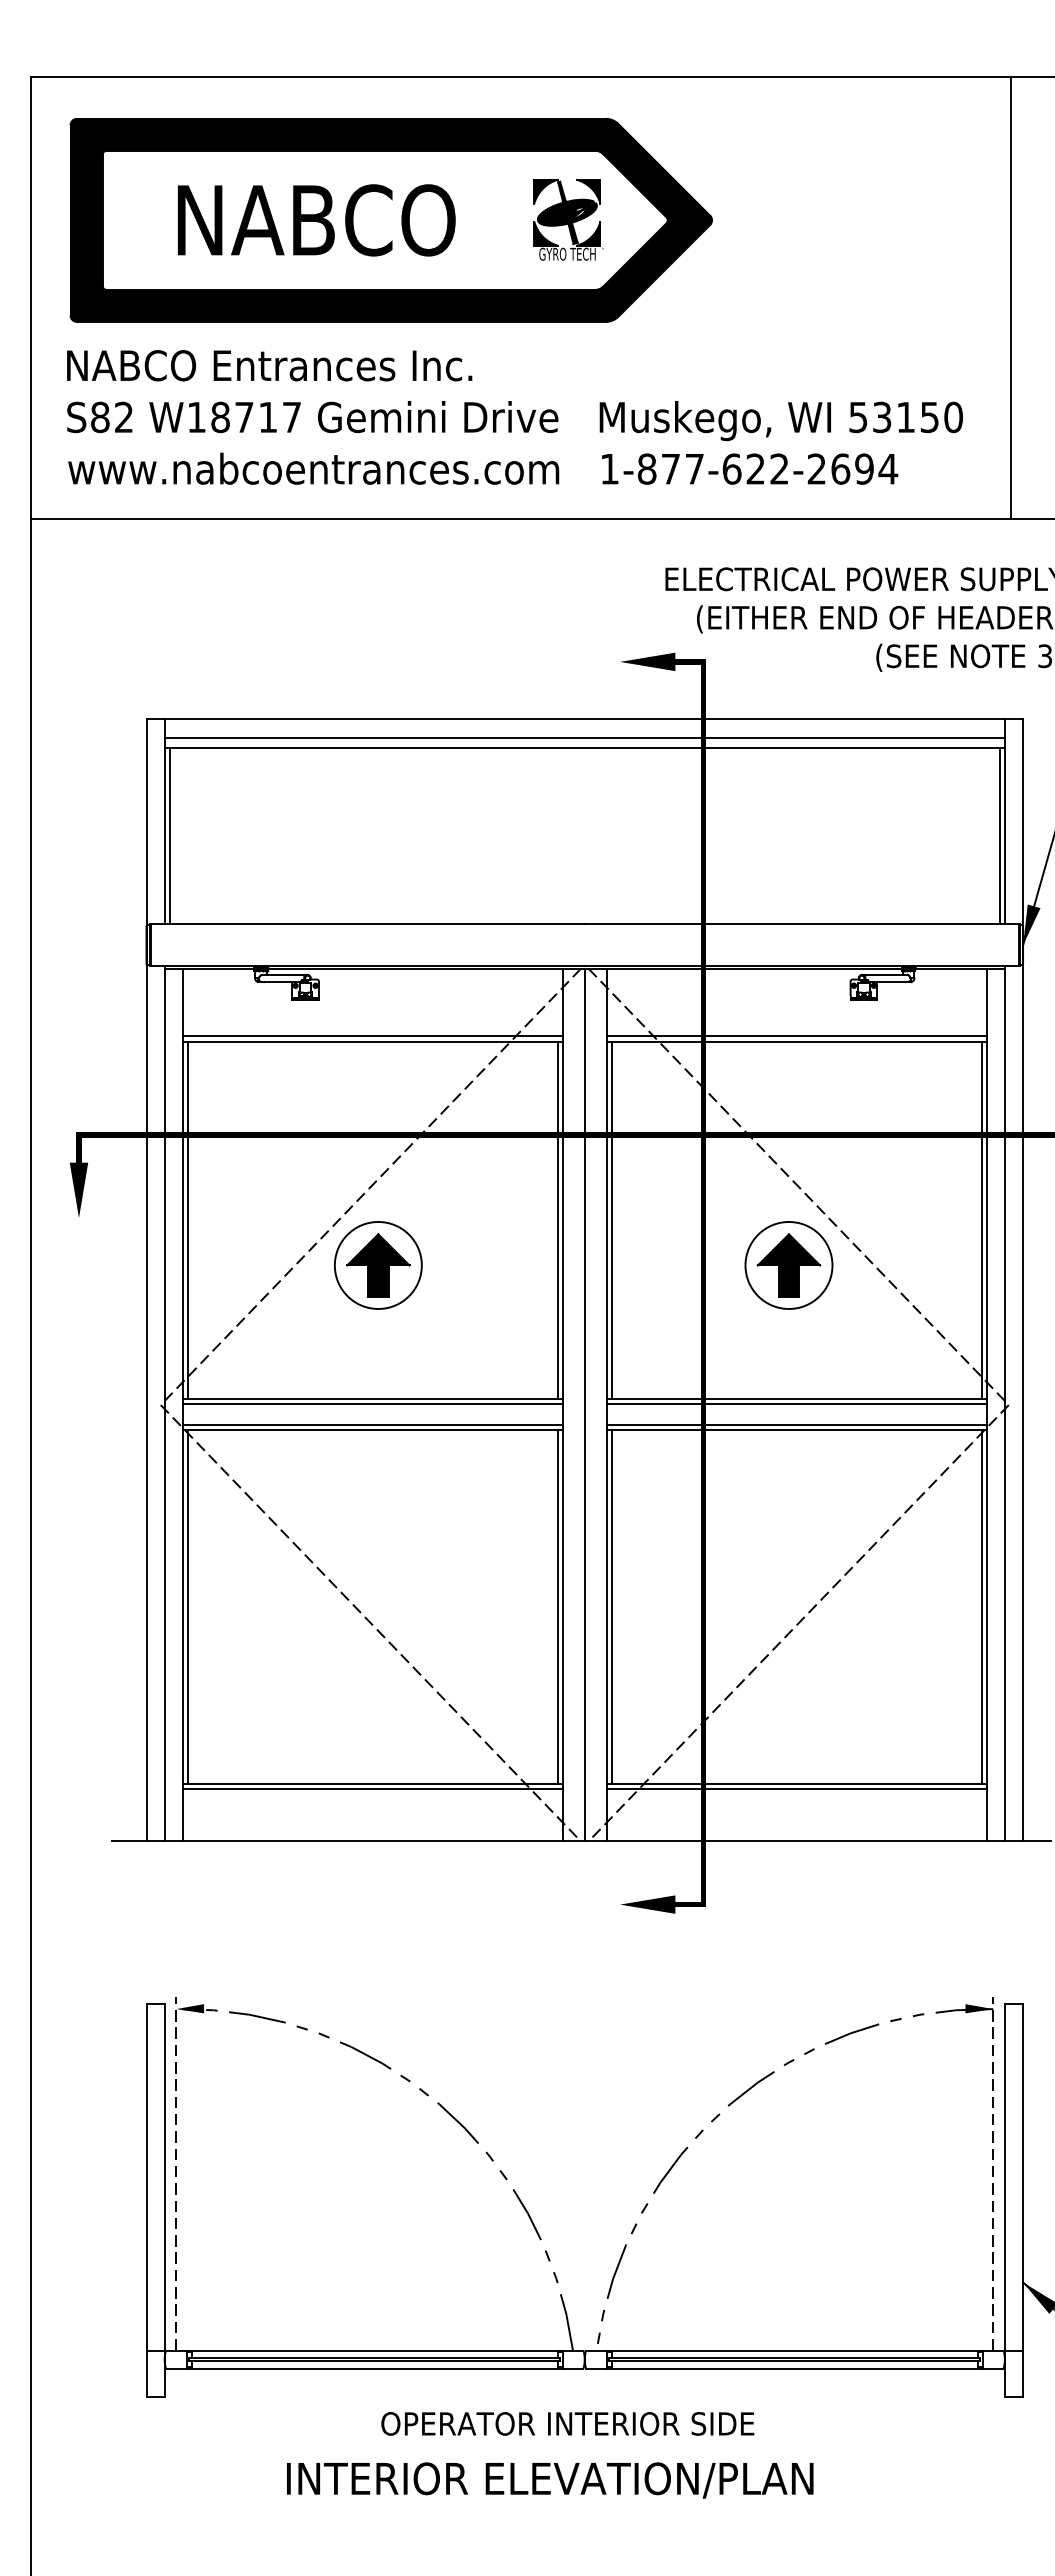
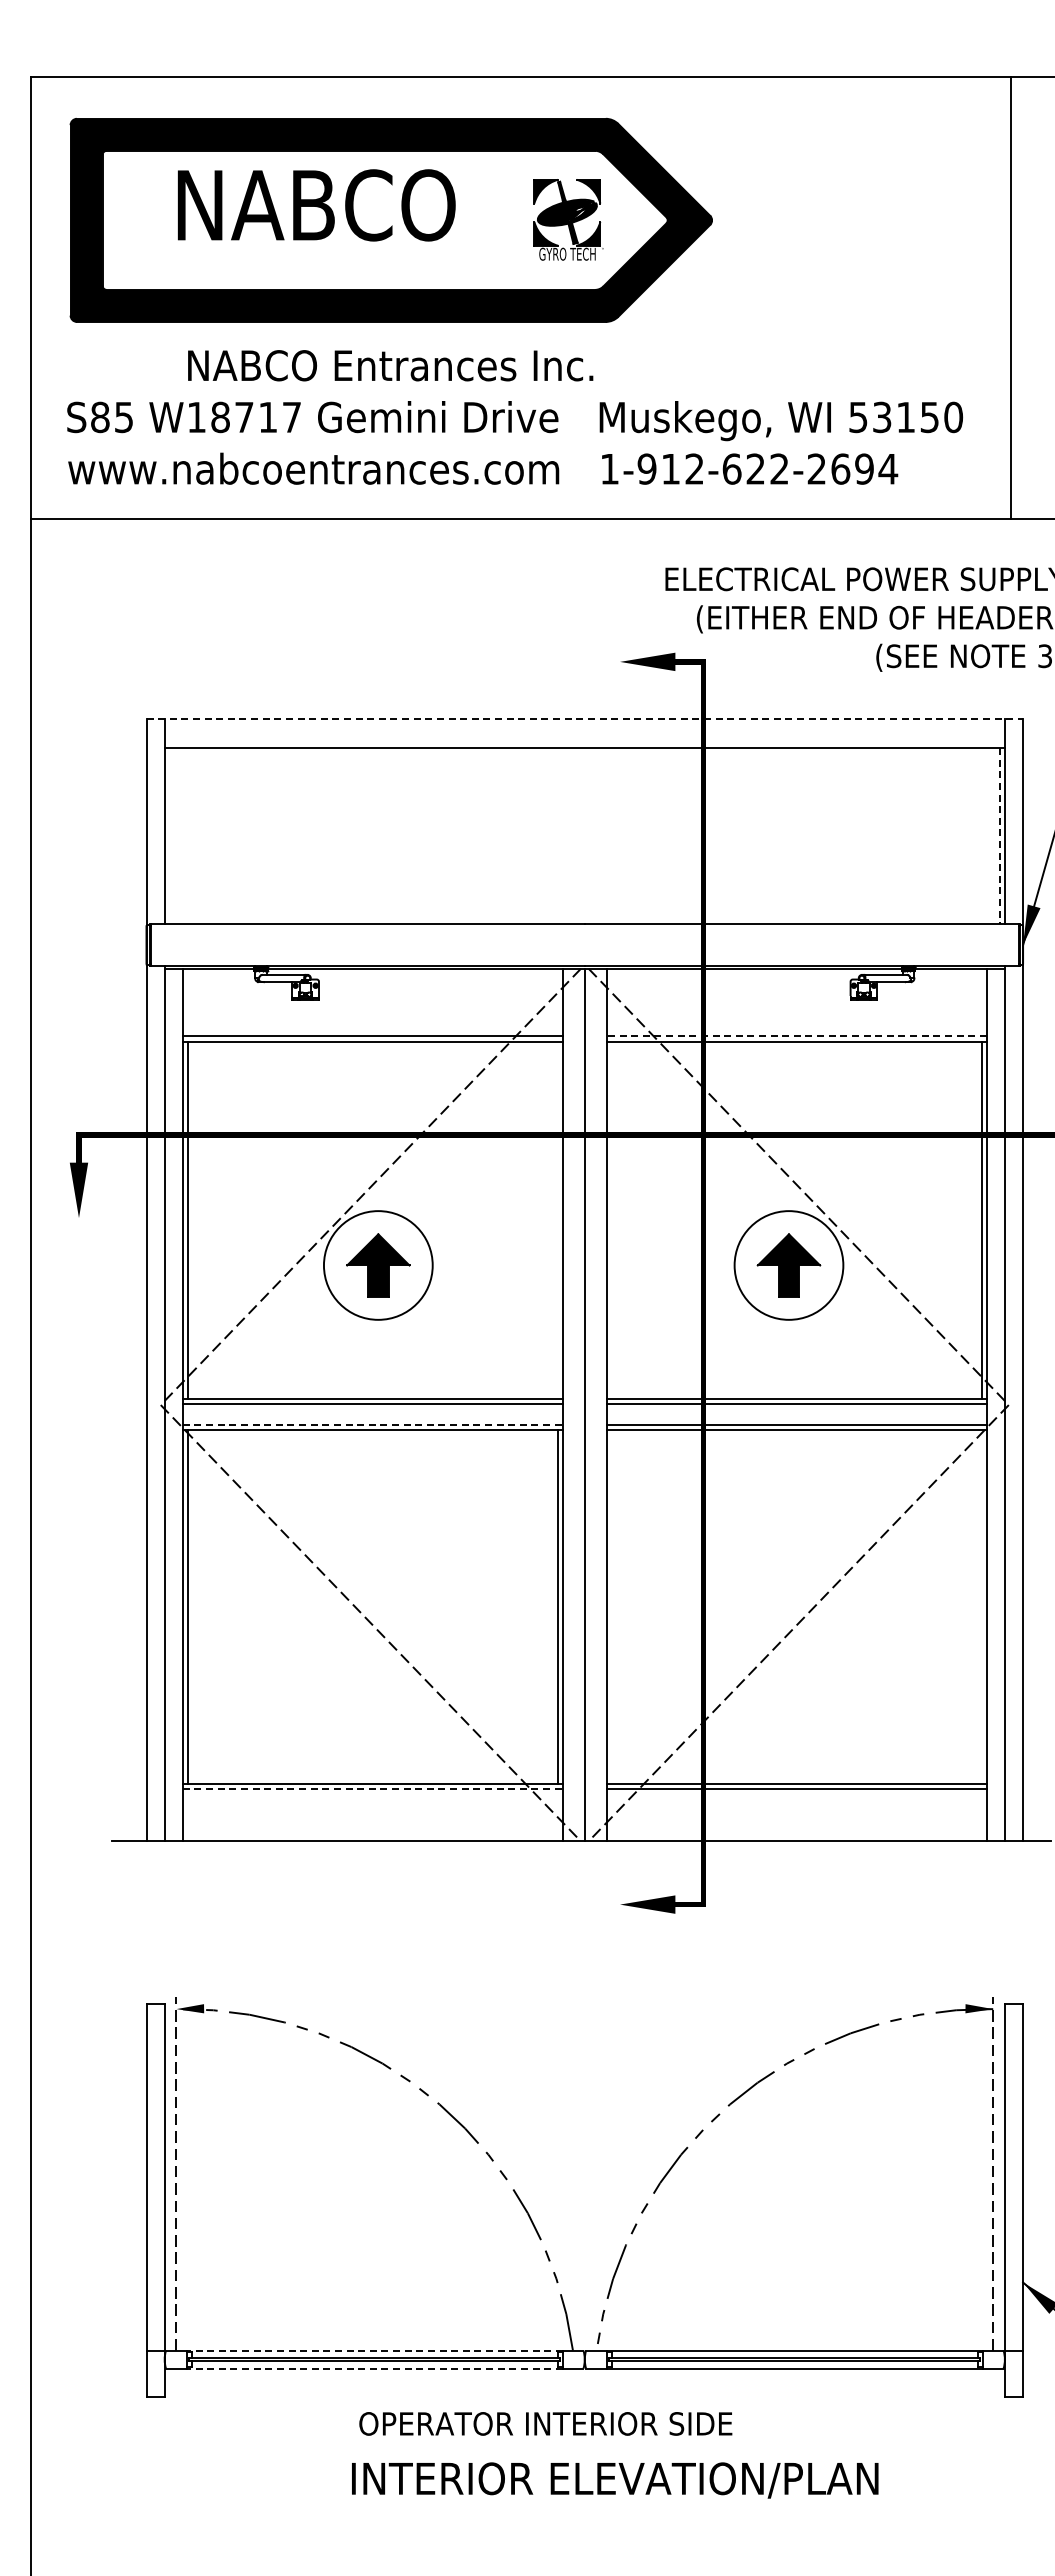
text at (316, 220) position: (316, 220) -> (316, 205)
text at (269, 365) position: (269, 365) -> (390, 365)
text at (123, 417): S82 -> S85
text at (670, 468): 1-877-622-2694 -> 1-912-622-2694
line at (585, 719): solid -> dashed
line at (584, 737): present -> none
line at (169, 836): present -> none
line at (999, 836): solid -> dashed
line at (796, 1036): solid -> dashed
line at (557, 1219): present -> none
line at (612, 1219): present -> none
circle at (377, 1264) diameter: 87 px -> 109 px
circle at (788, 1264) diameter: 87 px -> 109 px
line at (372, 1424): solid -> dashed
line at (612, 1606): present -> none
line at (981, 1606): present -> none
line at (372, 1789): solid -> dashed
line at (374, 2350): solid -> dashed
line at (374, 2368): solid -> dashed
text at (567, 2423) position: (567, 2423) -> (545, 2423)
text at (550, 2480) position: (550, 2480) -> (615, 2480)
